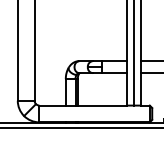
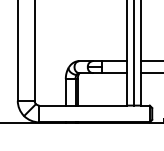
line at (81, 127): present -> none
